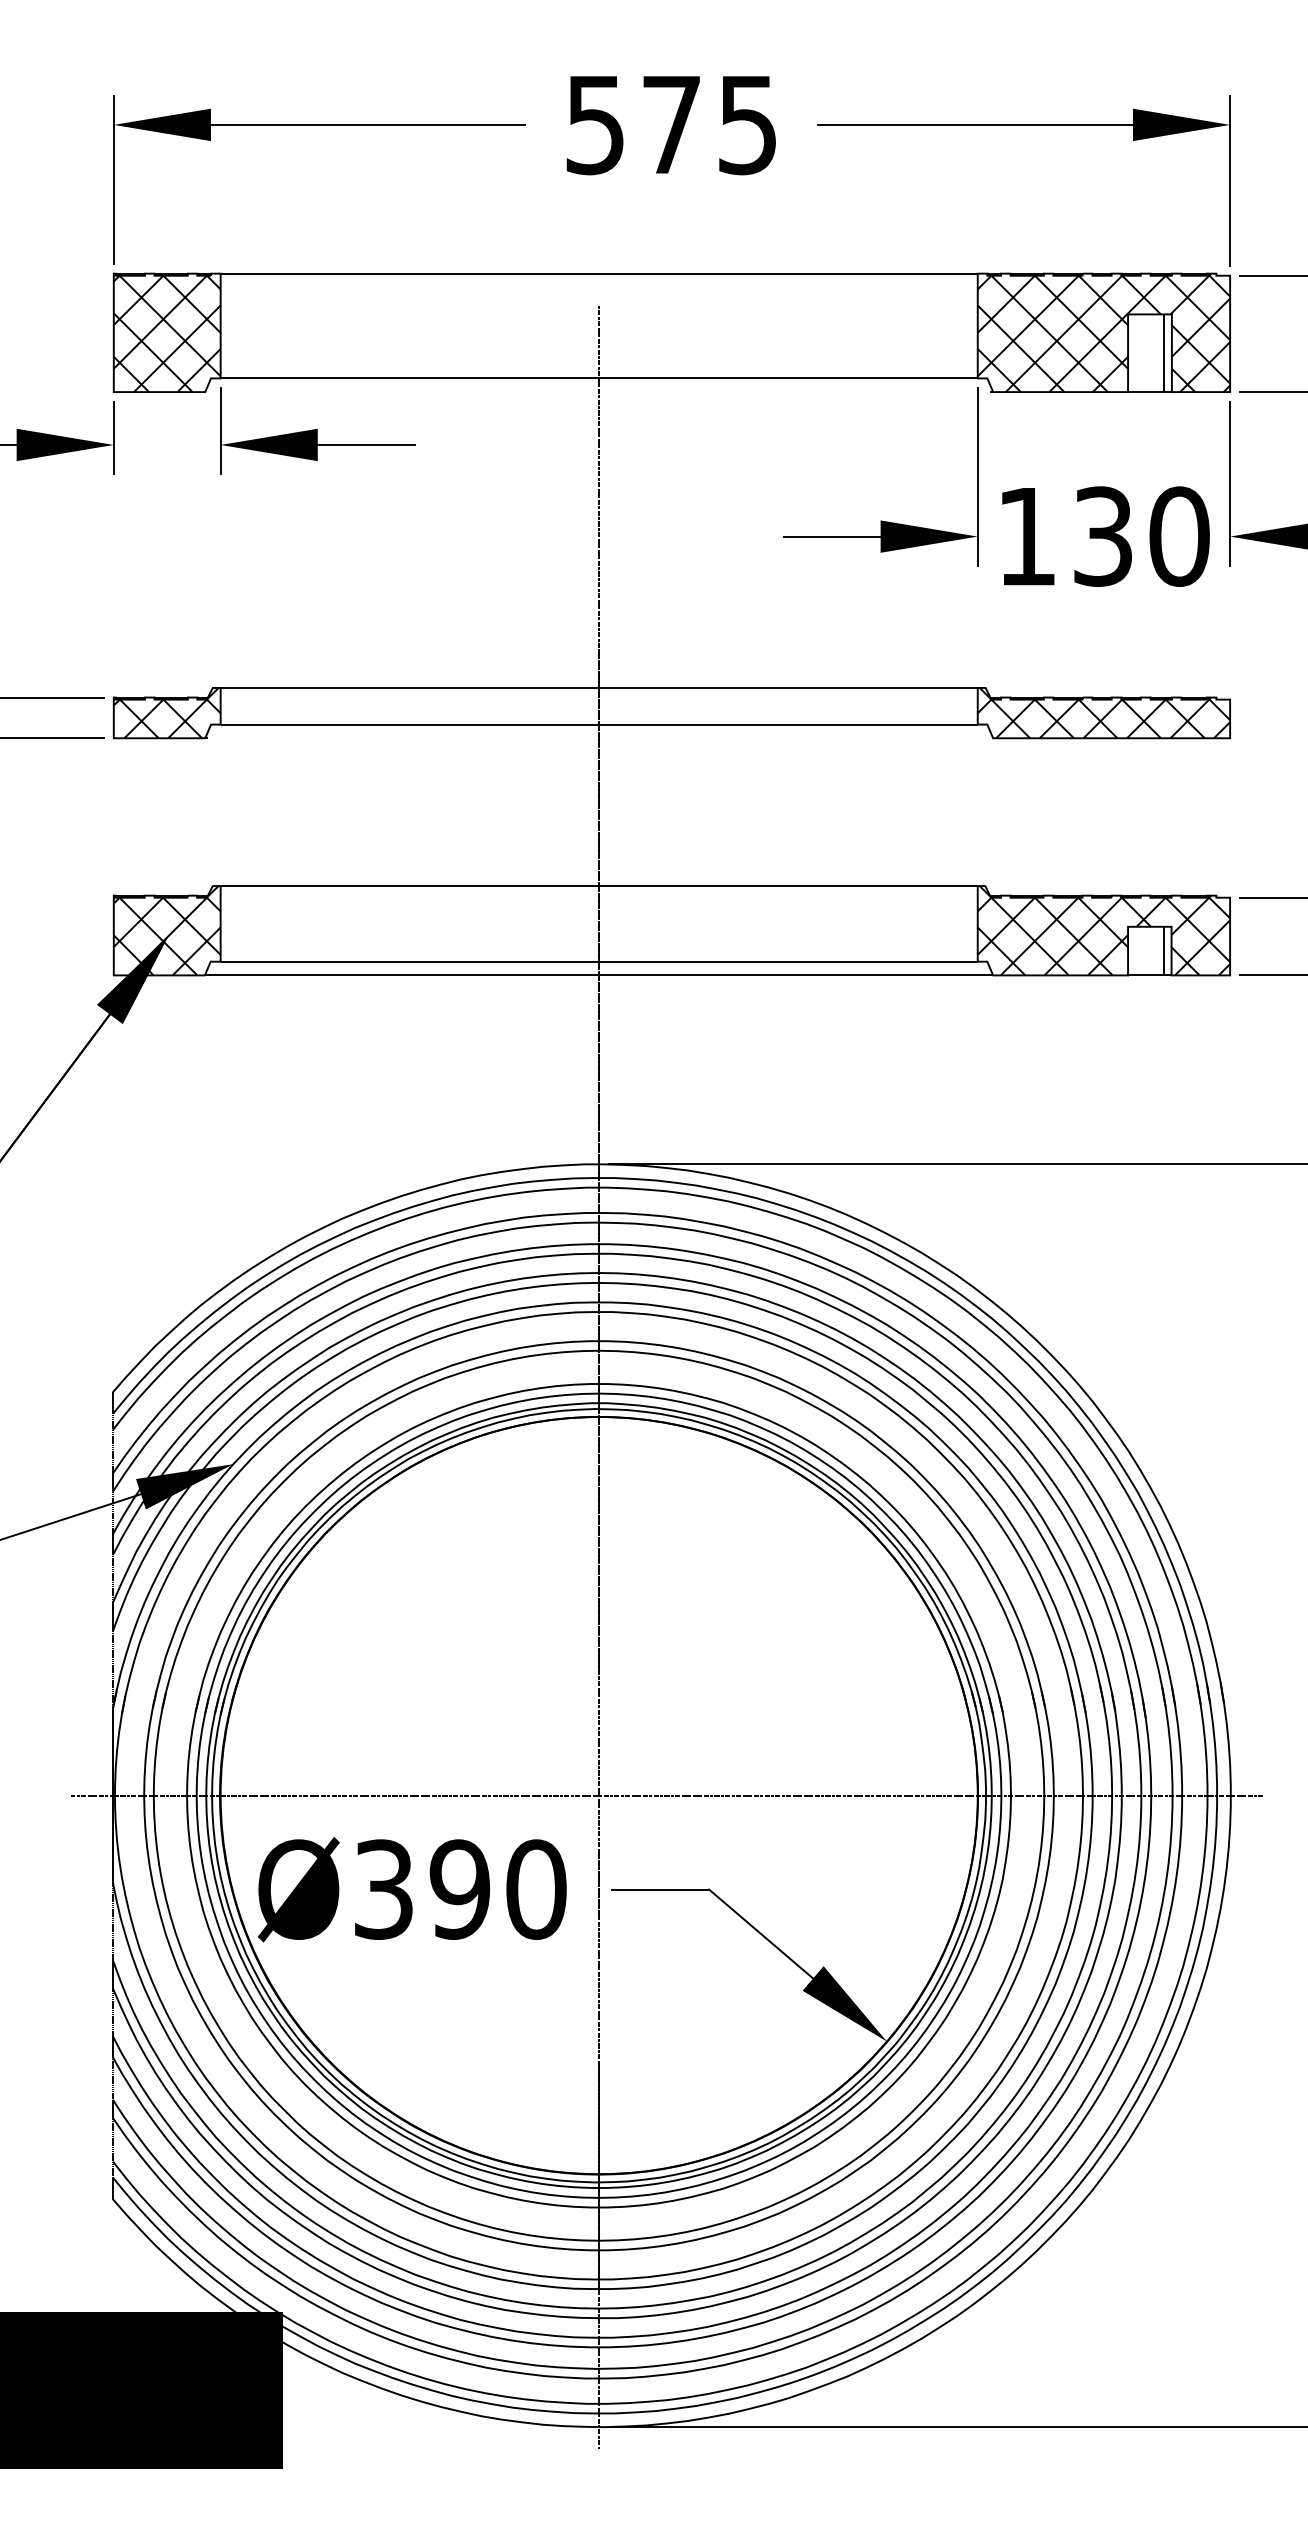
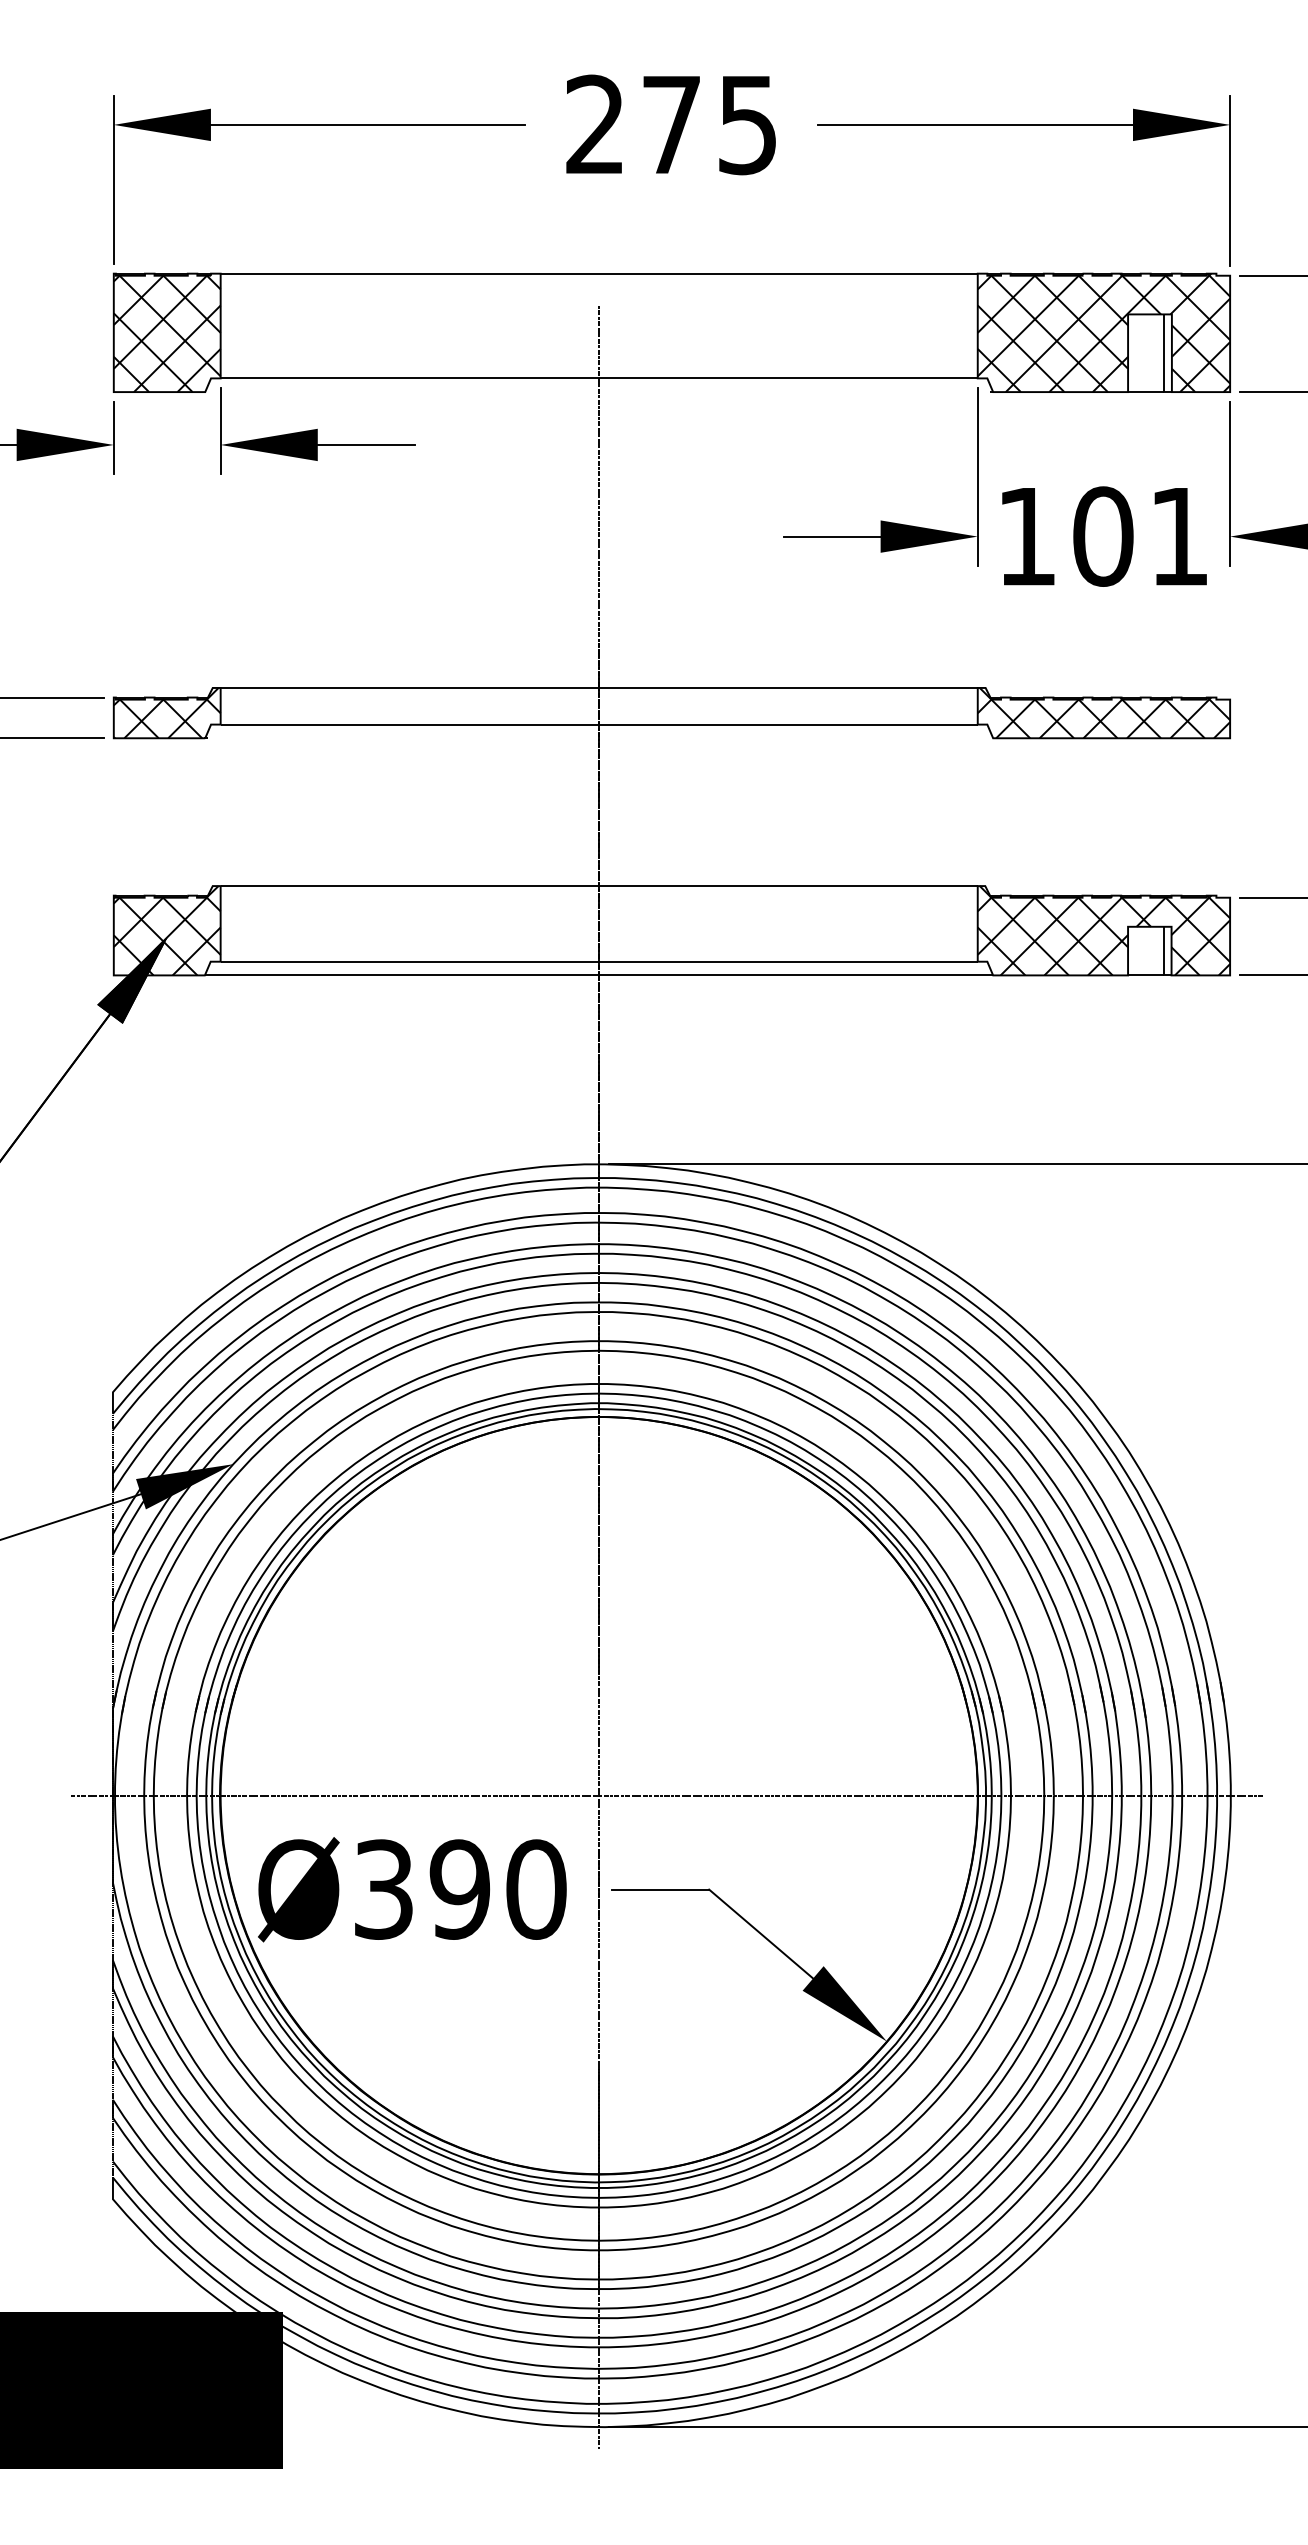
text at (594, 124): 575 -> 275
text at (1141, 536): 130 -> 101
